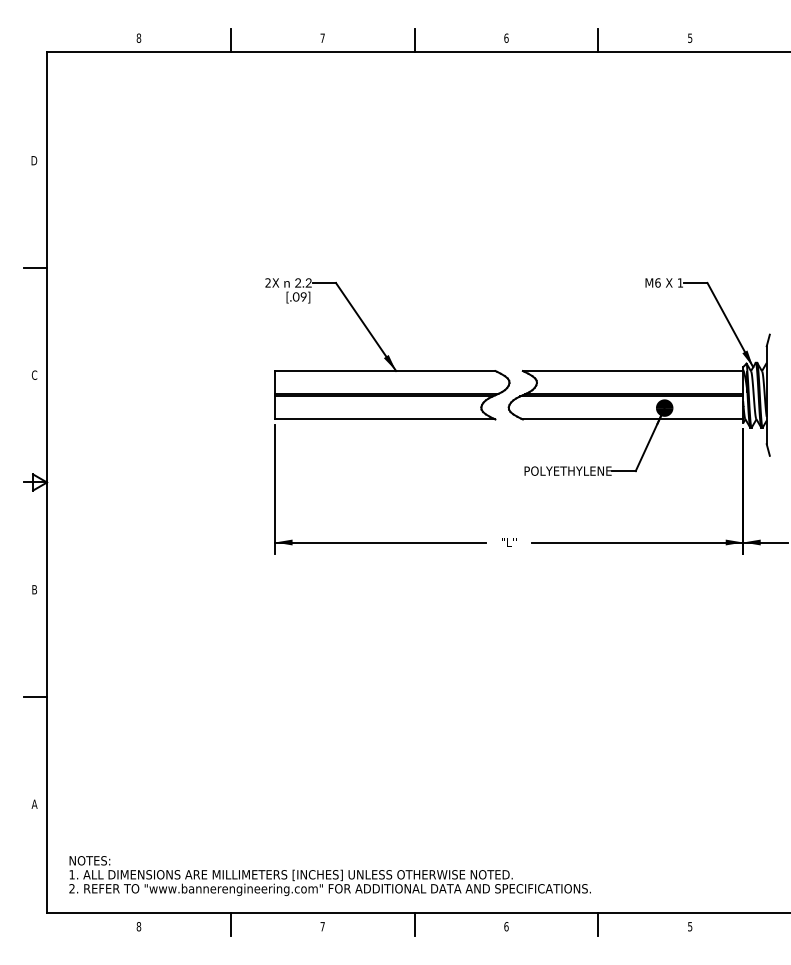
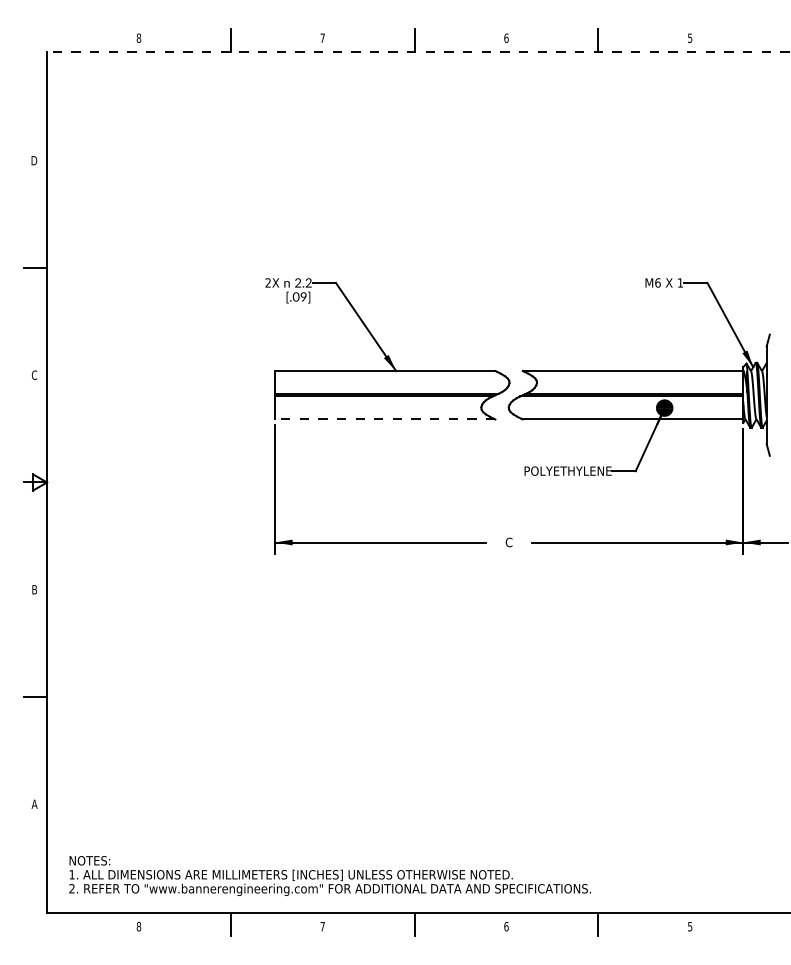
line at (418, 52): solid -> dashed
line at (384, 419): solid -> dashed
text at (509, 542): "L" -> C
